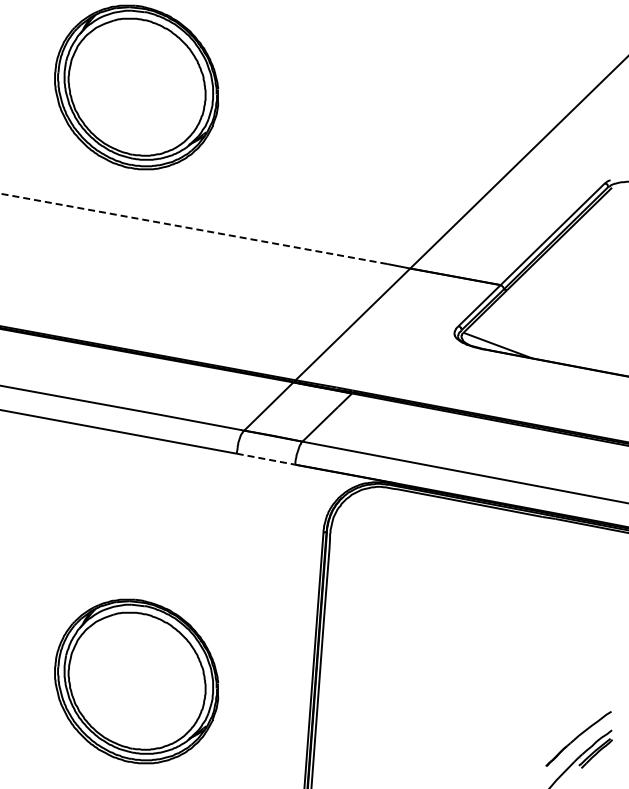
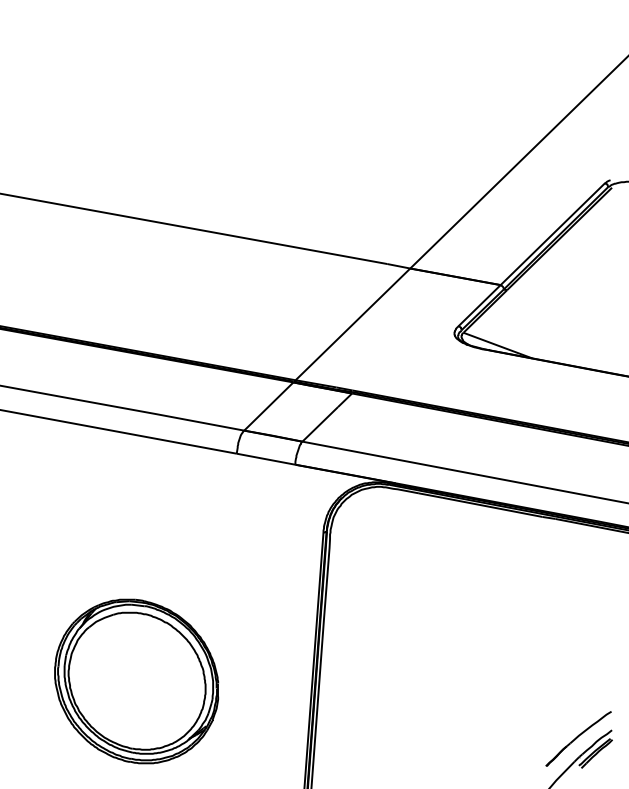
part at (136, 87): present -> none
line at (193, 228): dashed -> solid
line at (266, 459): dashed -> solid
